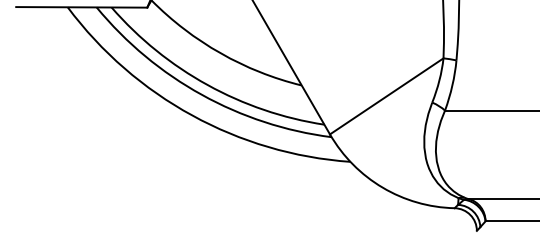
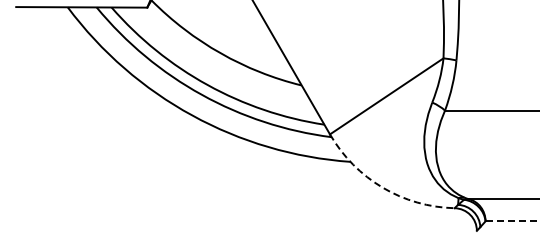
arc at (382, 187): solid -> dashed
line at (512, 221): solid -> dashed
